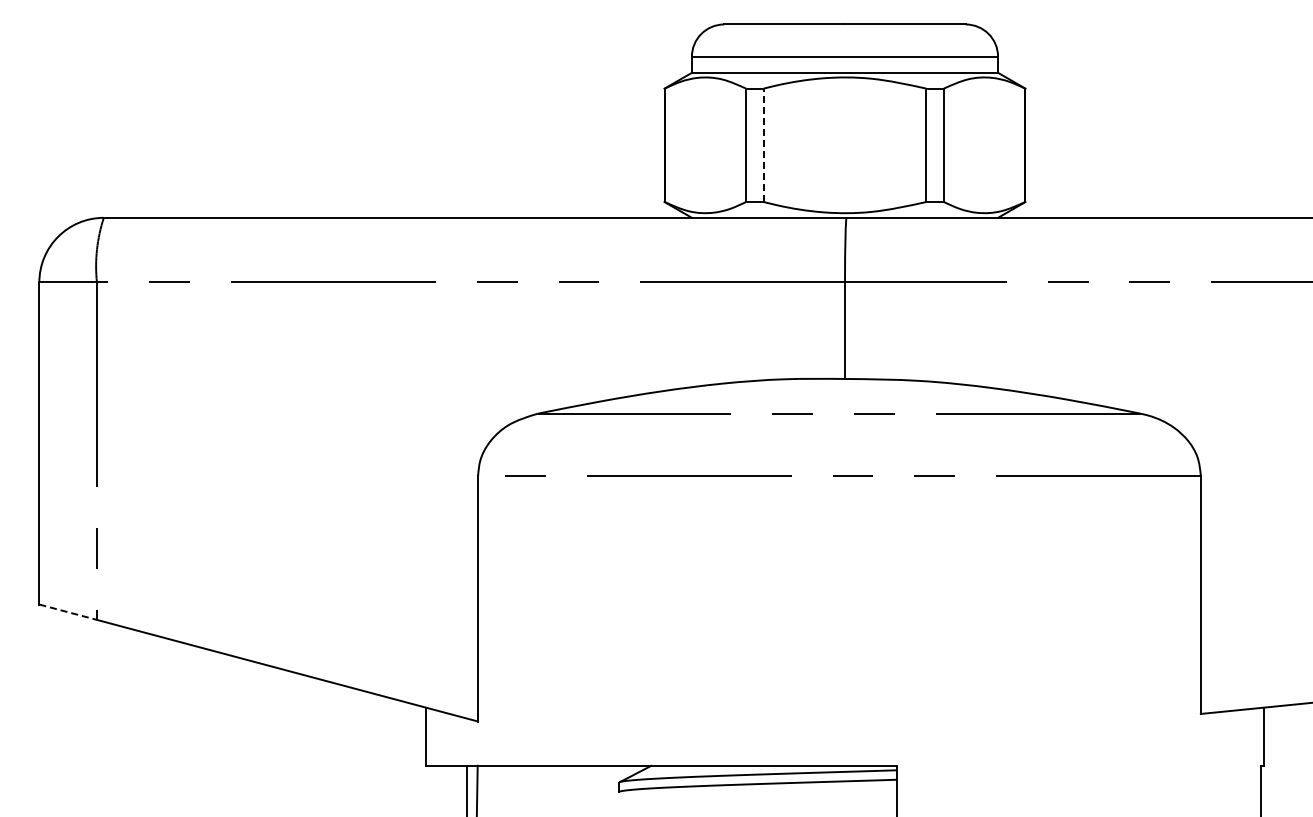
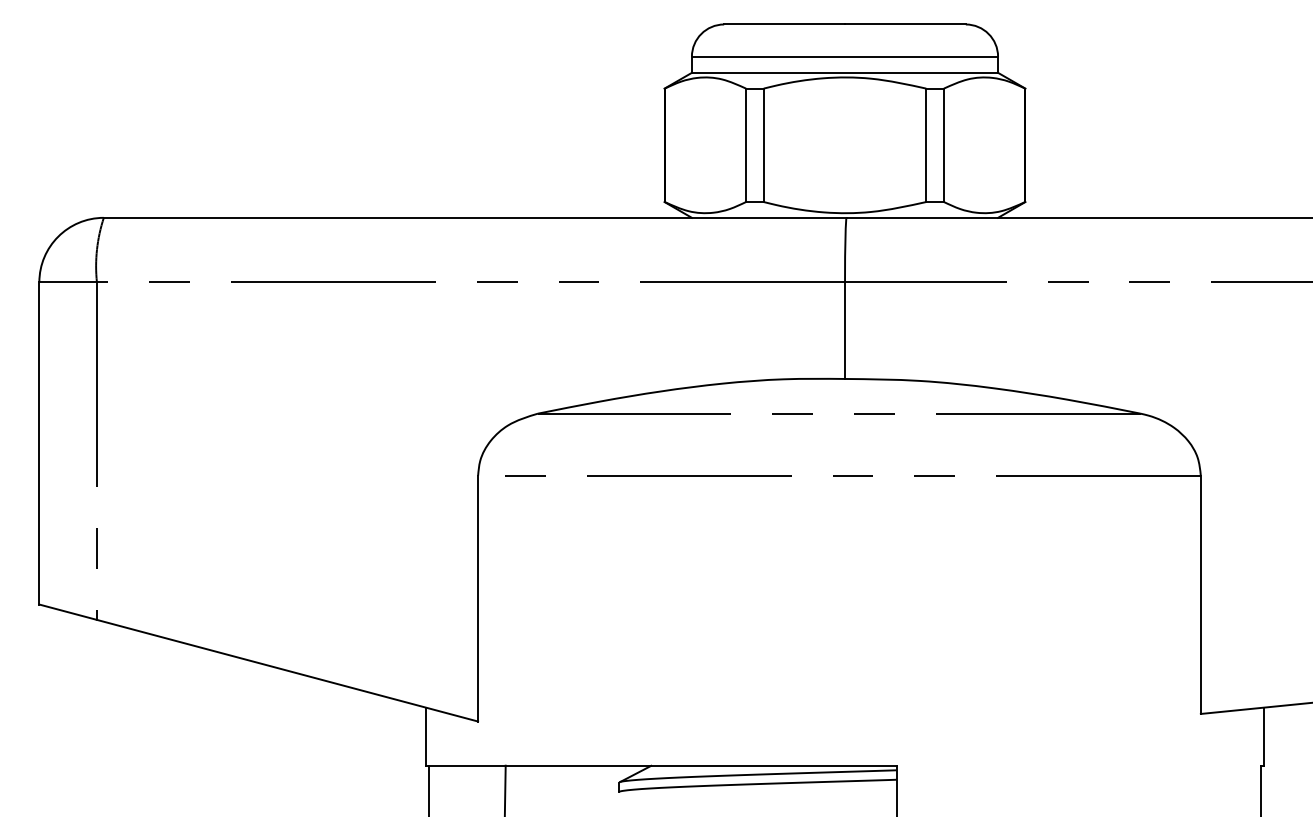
line at (763, 145): dashed -> solid
line at (68, 612): dashed -> solid
line at (467, 789) position: (467, 789) -> (429, 789)
line at (476, 789) position: (476, 789) -> (504, 789)
